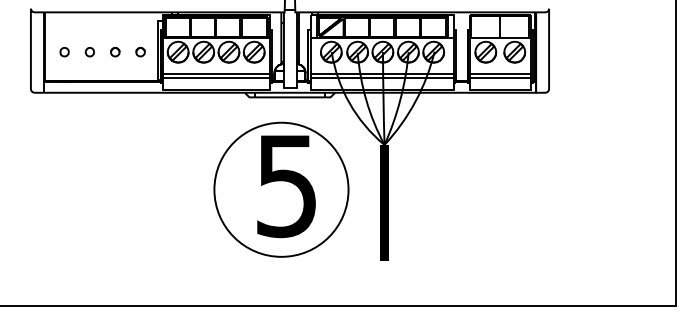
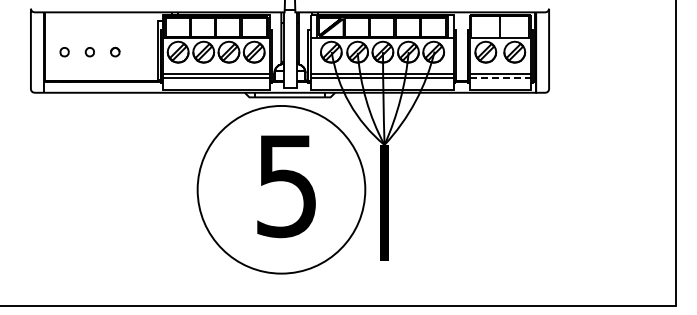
part at (140, 51): present -> none
line at (500, 78): solid -> dashed
circle at (281, 189) diameter: 134 px -> 168 px
